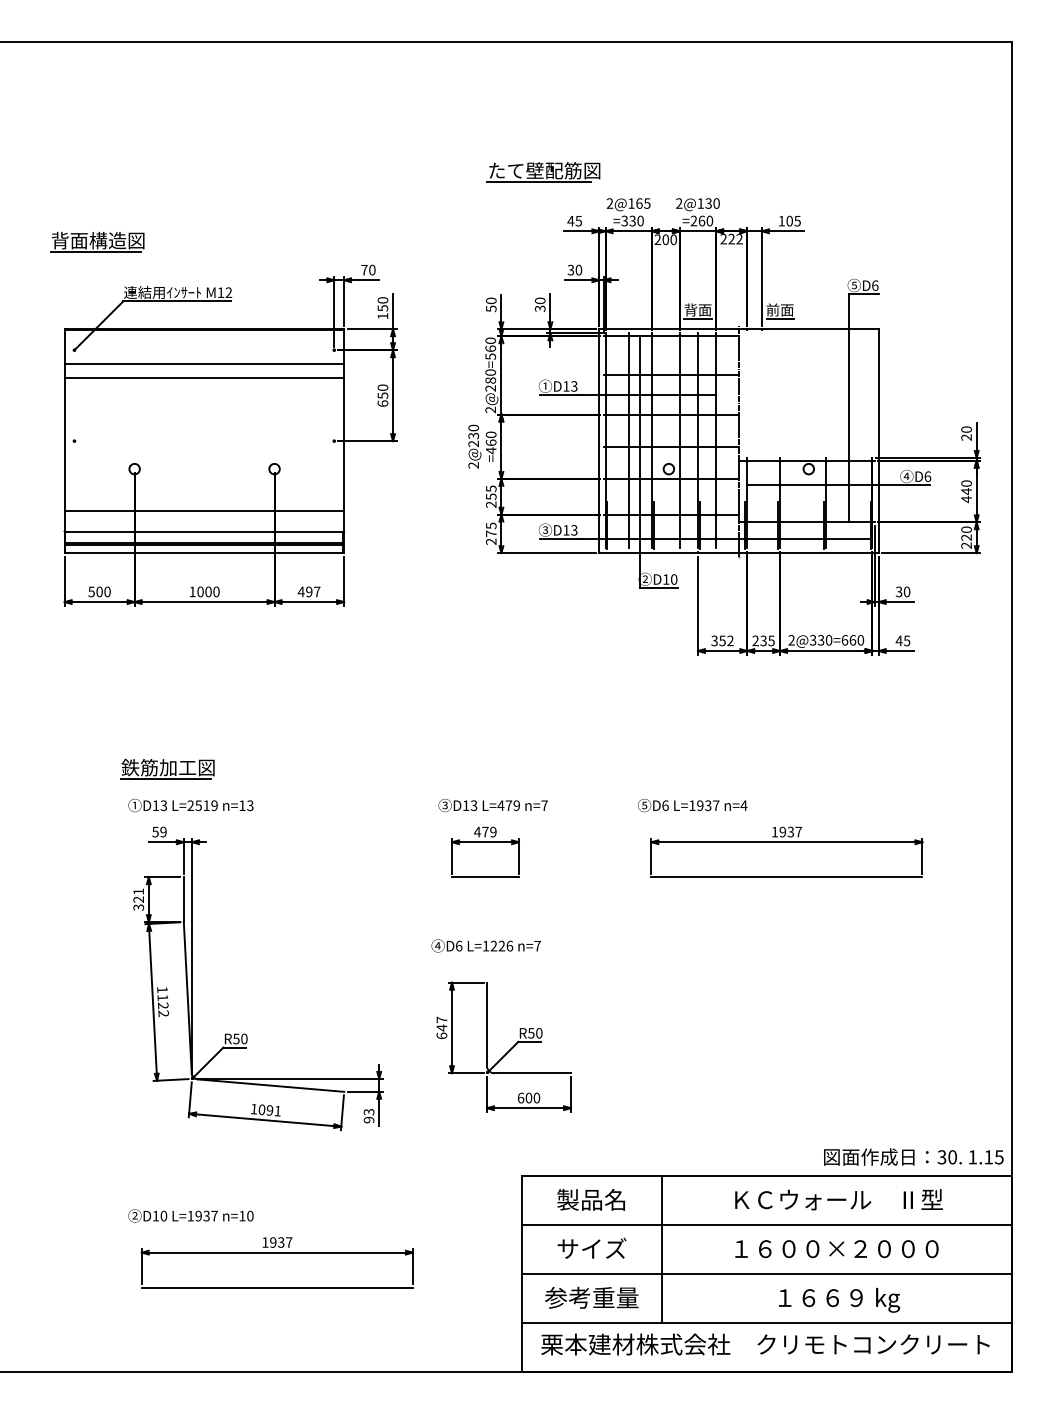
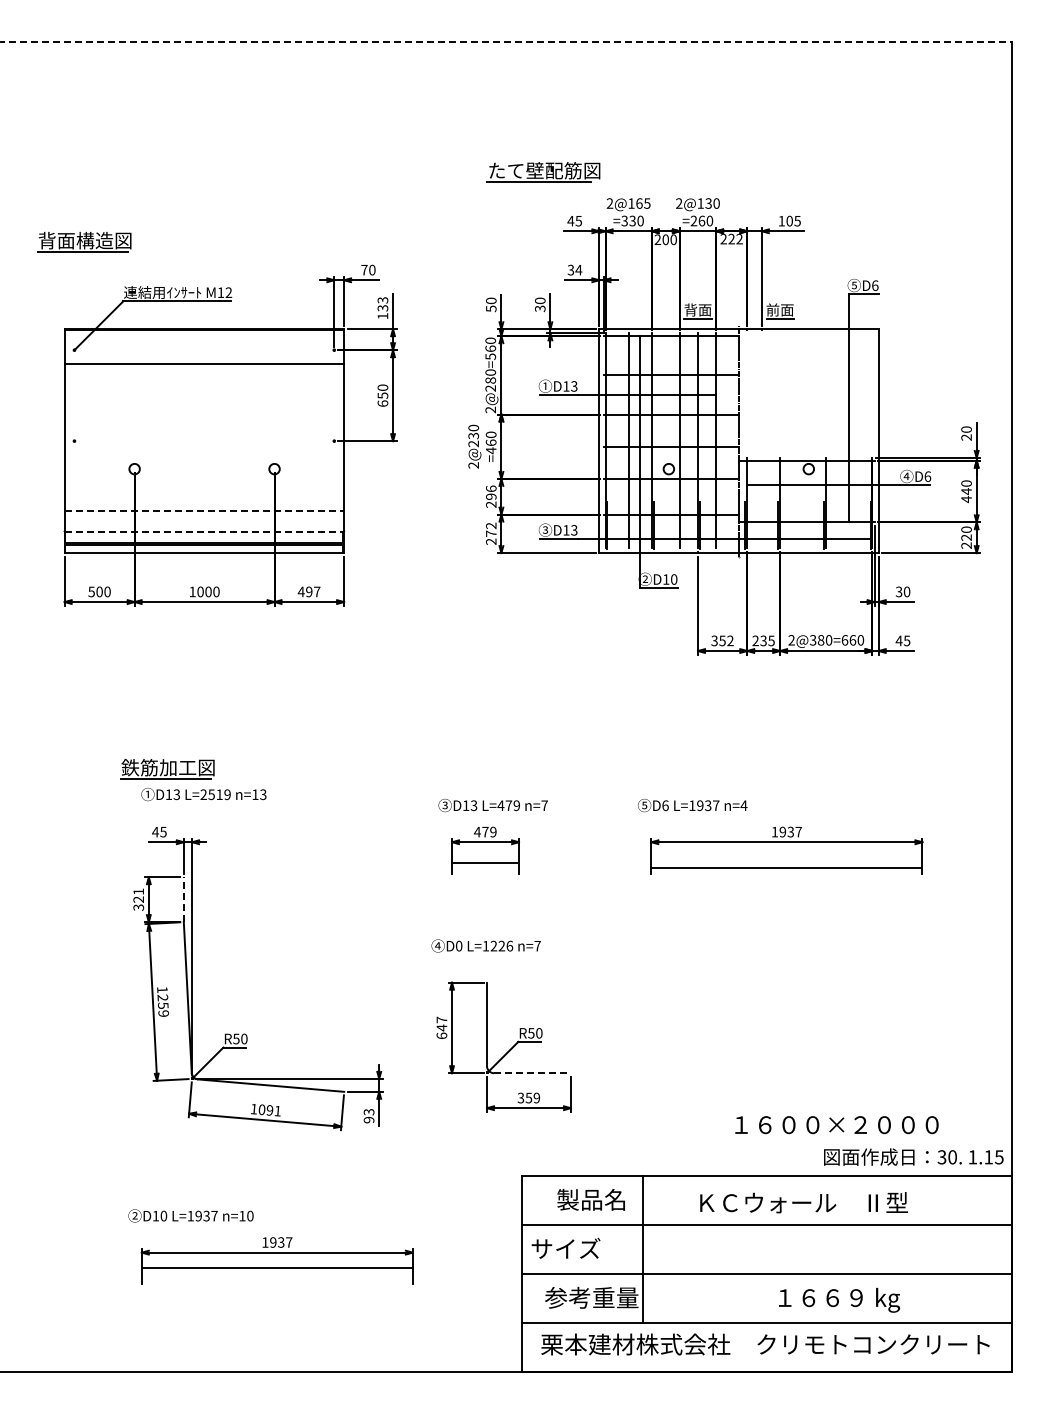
line at (506, 42): solid -> dashed
part at (97, 241) position: (97, 241) -> (84, 241)
text at (578, 269): 30 -> 34
text at (382, 304): 150 -> 133
line at (204, 378): present -> none
text at (491, 492): 255 -> 296
line at (204, 511): solid -> dashed
text at (491, 525): 275 -> 272
line at (204, 532): solid -> dashed
text at (820, 640): 2@330=660 -> 2@380=660
text at (190, 805) position: (190, 805) -> (203, 794)
text at (159, 831): 59 -> 45
line at (485, 877) position: (485, 877) -> (485, 863)
line at (786, 877) position: (786, 877) -> (786, 868)
line at (183, 899): solid -> dashed
text at (459, 945): D6 -> D0
text at (162, 1005): 1122 -> 1259
line at (532, 1073): solid -> dashed
text at (528, 1097): 600 -> 359
text at (838, 1199) position: (838, 1199) -> (803, 1202)
text at (591, 1247) position: (591, 1247) -> (565, 1247)
line at (661, 1248) position: (661, 1248) -> (642, 1248)
text at (836, 1249) position: (836, 1249) -> (836, 1125)
line at (276, 1287) position: (276, 1287) -> (276, 1267)
